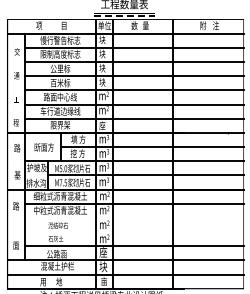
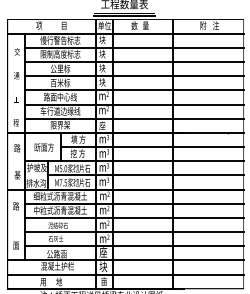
line at (124, 15): dashed -> solid
line at (134, 217): none -> present
line at (134, 232): none -> present
